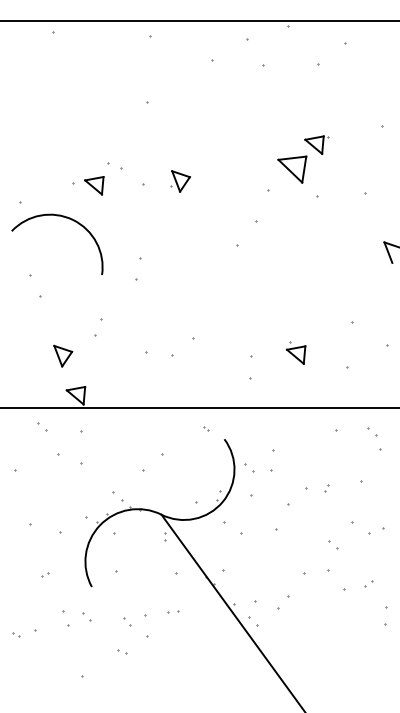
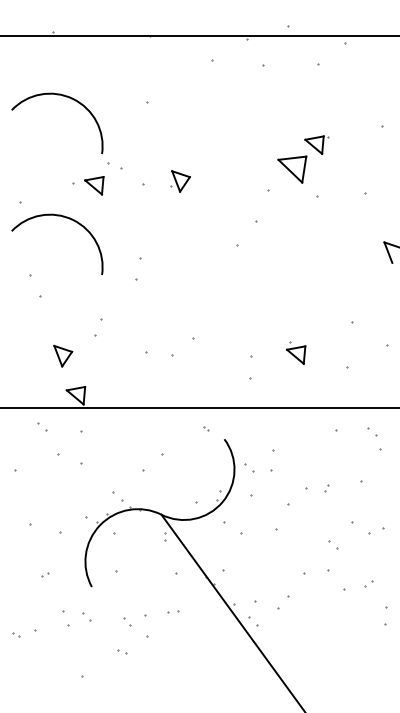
line at (199, 21) position: (199, 21) -> (199, 36)
arc at (62, 96): none -> present
